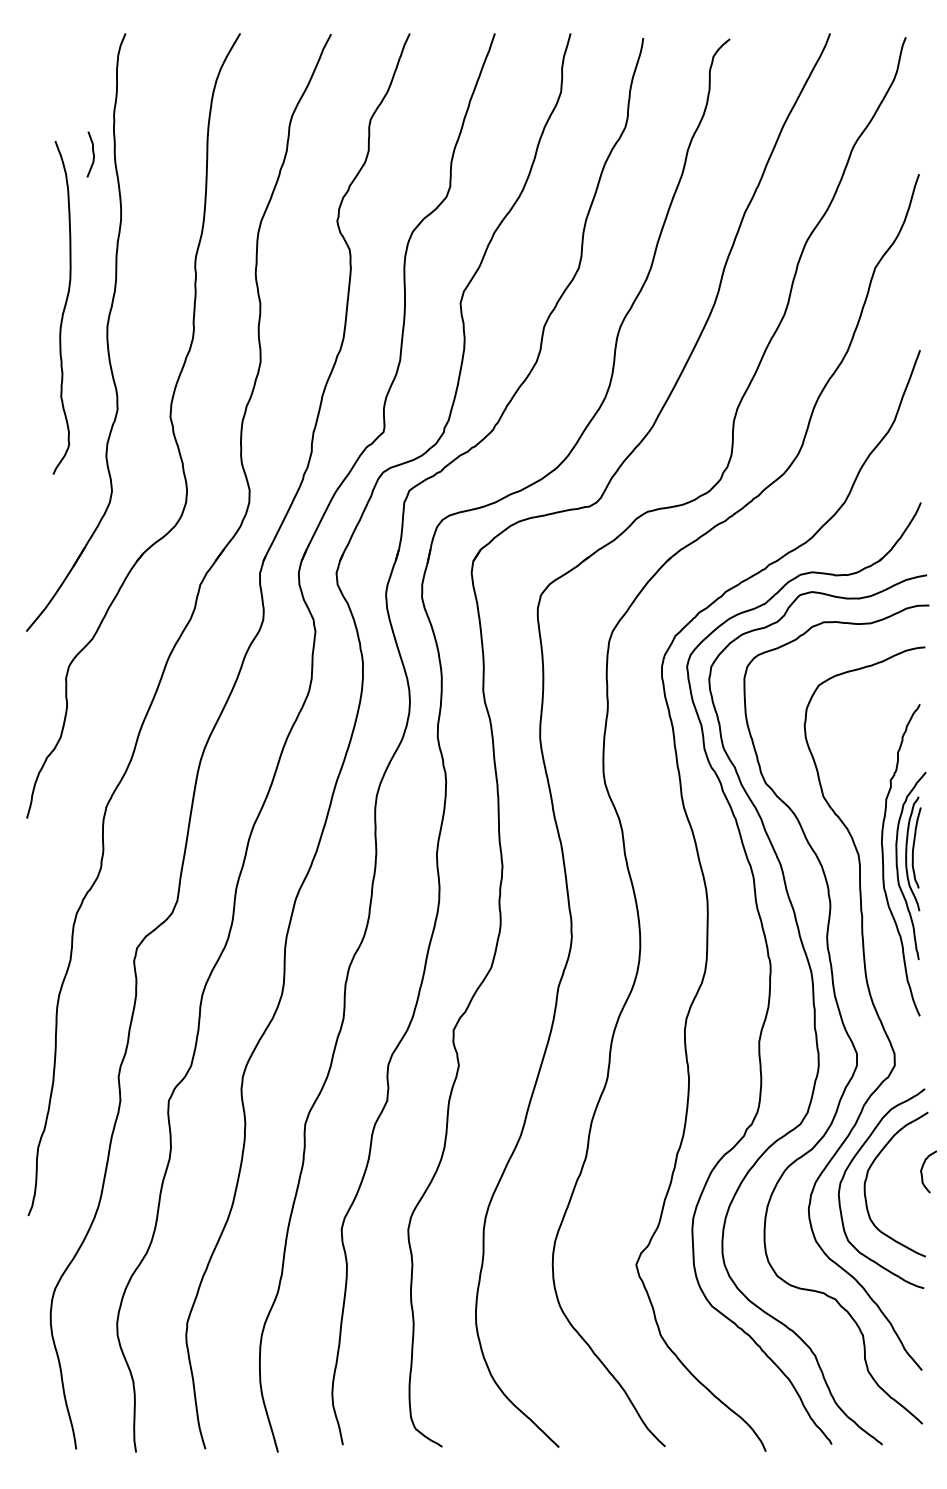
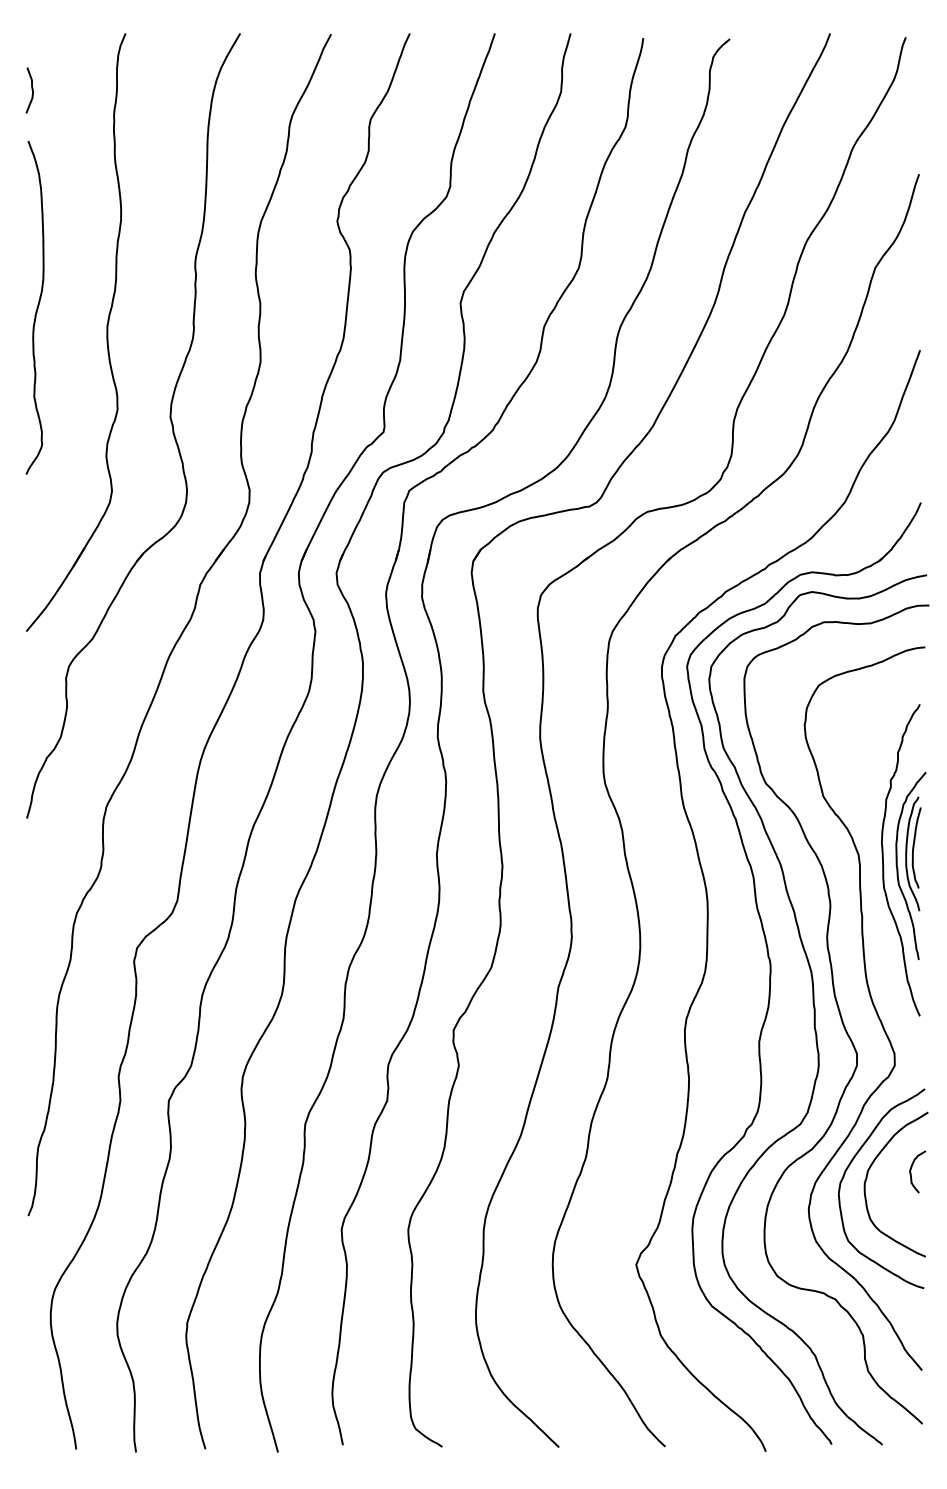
curve at (92, 154) position: (92, 154) -> (31, 90)
curve at (63, 307) position: (63, 307) -> (36, 307)
curve at (922, 1170) position: (922, 1170) -> (911, 1170)
